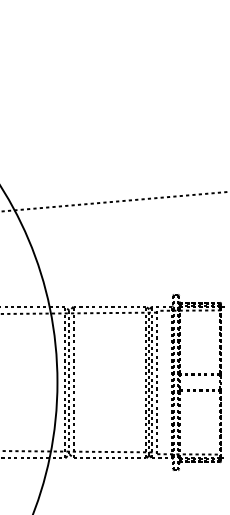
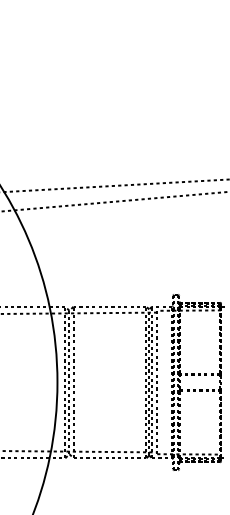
line at (114, 185): none -> present
